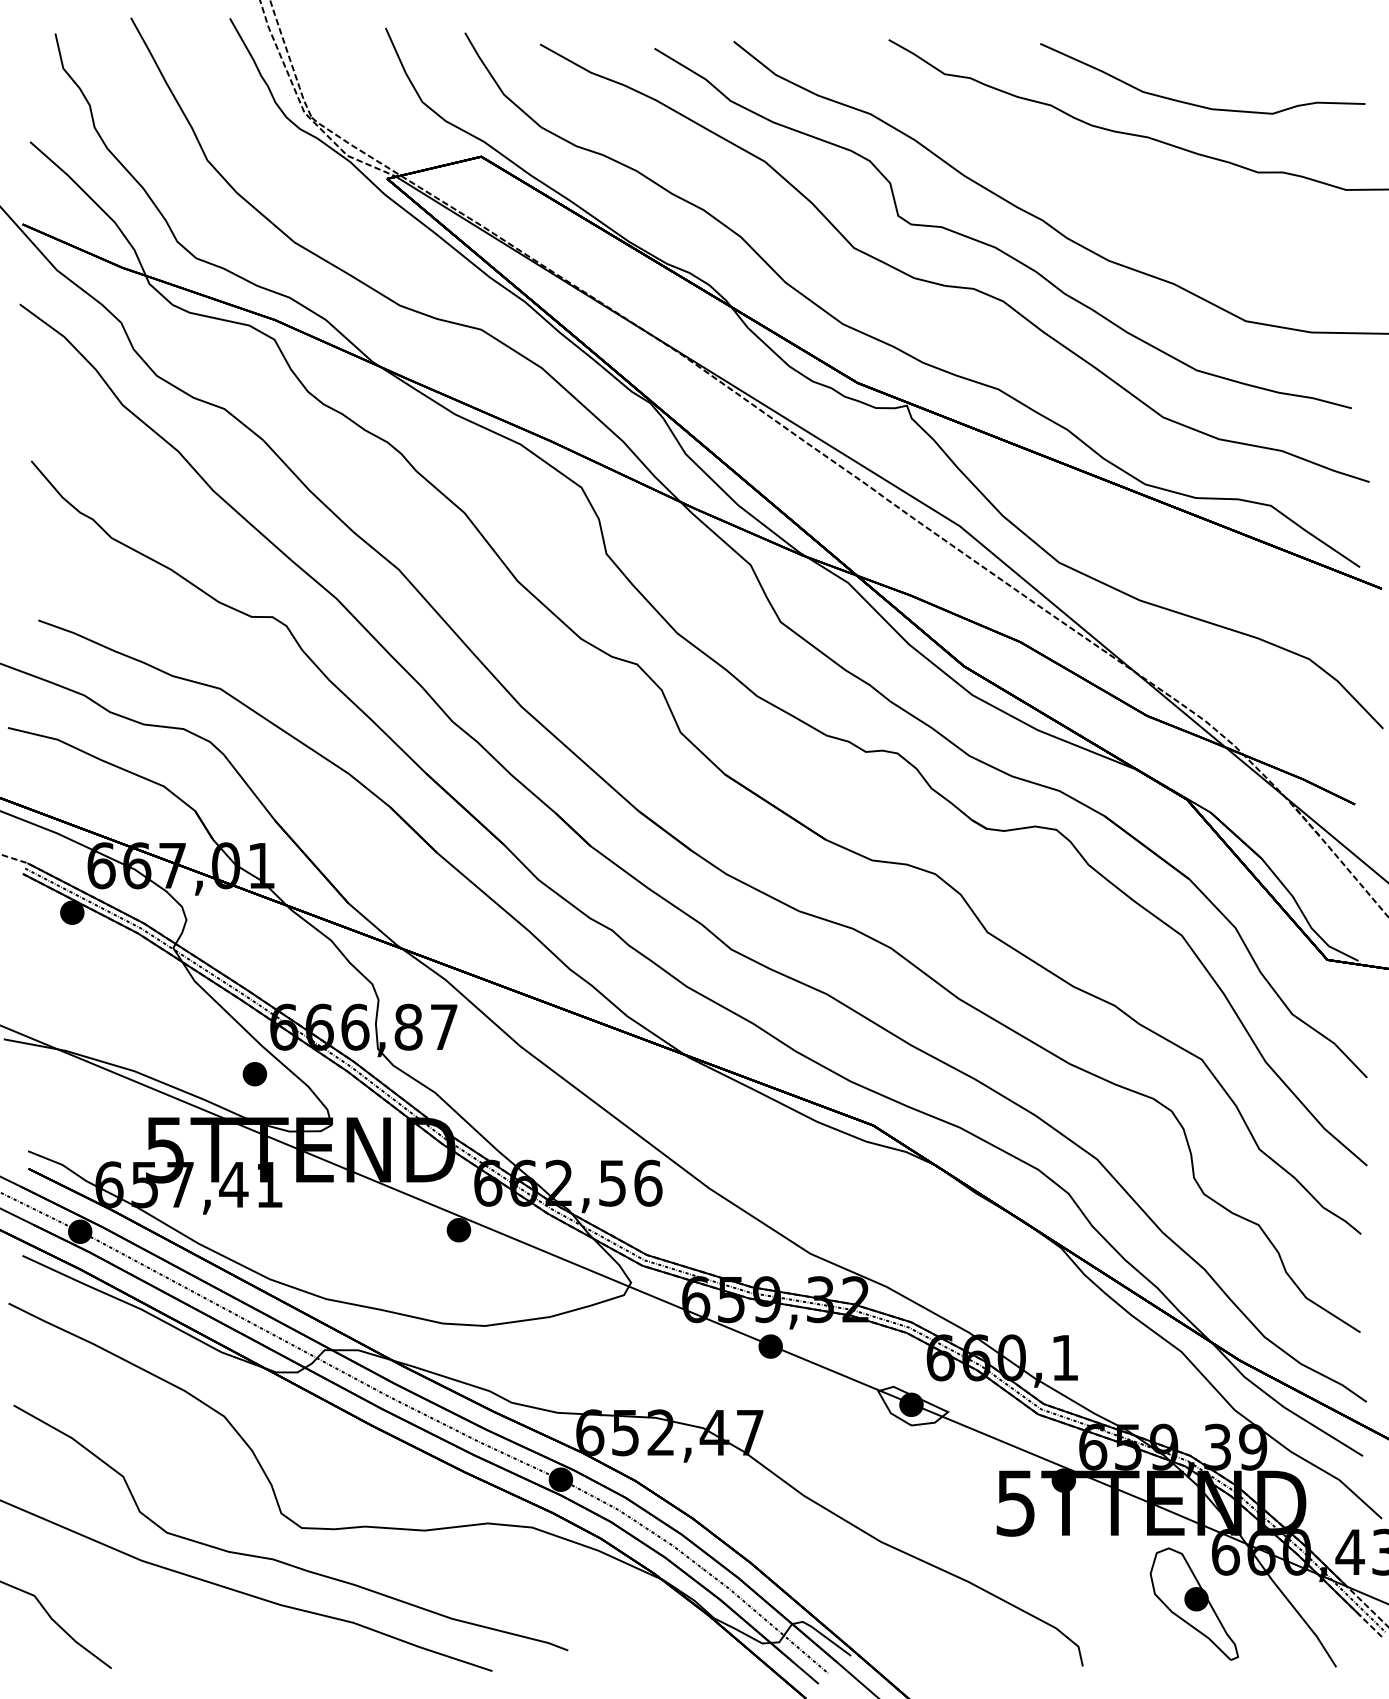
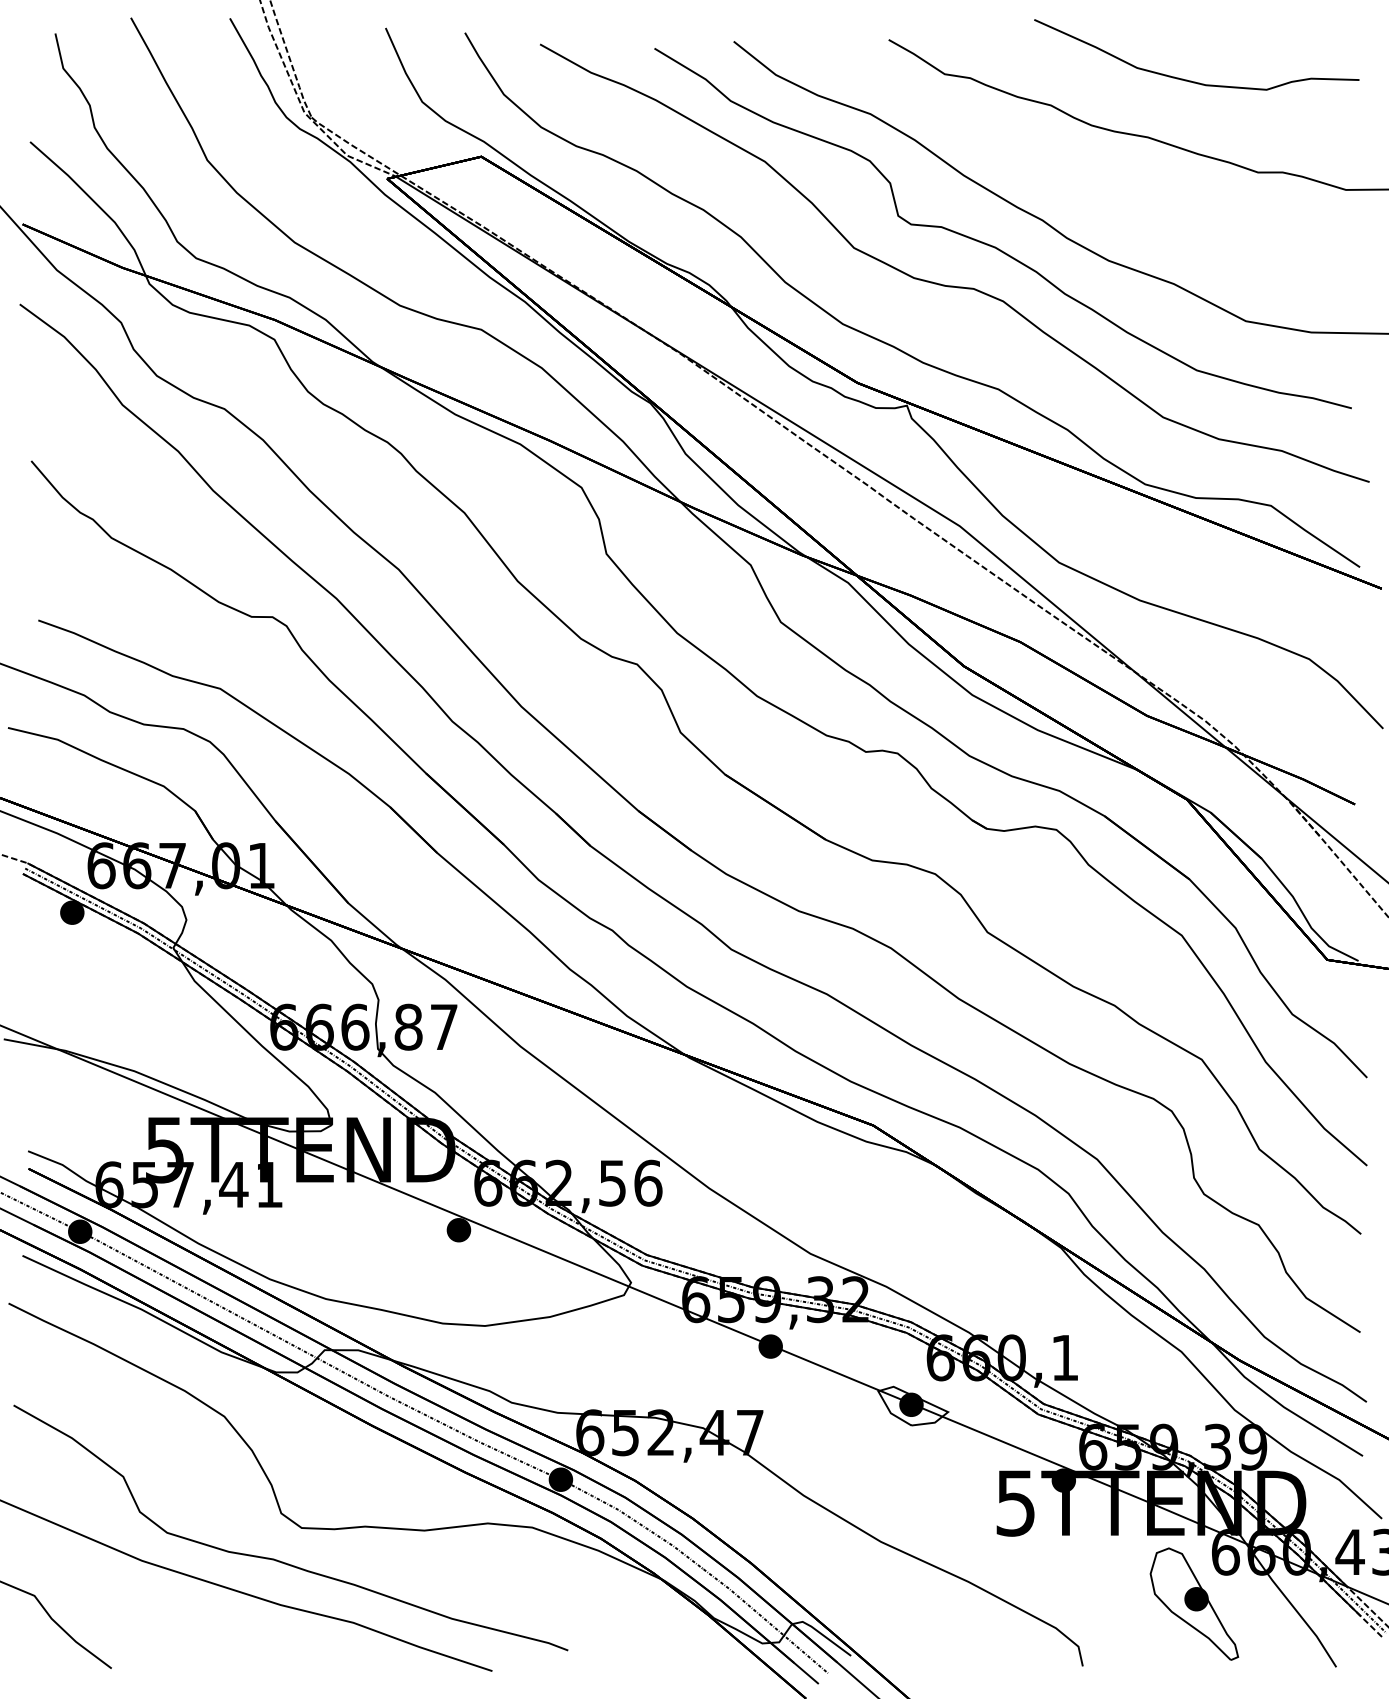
part at (1197, 104) position: (1197, 104) -> (1191, 80)
part at (254, 1074): present -> none
